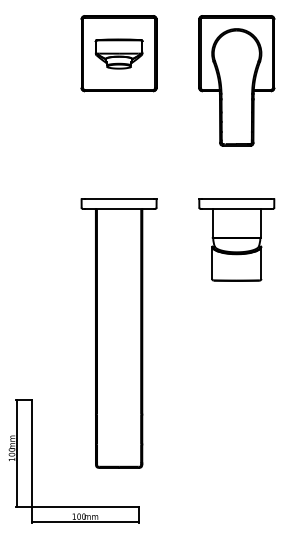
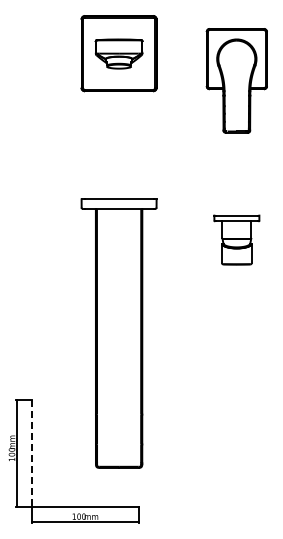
part at (236, 80) size: 78x132 px -> 63x106 px
part at (236, 239) size: 78x84 px -> 48x52 px
line at (31, 454): solid -> dashed
